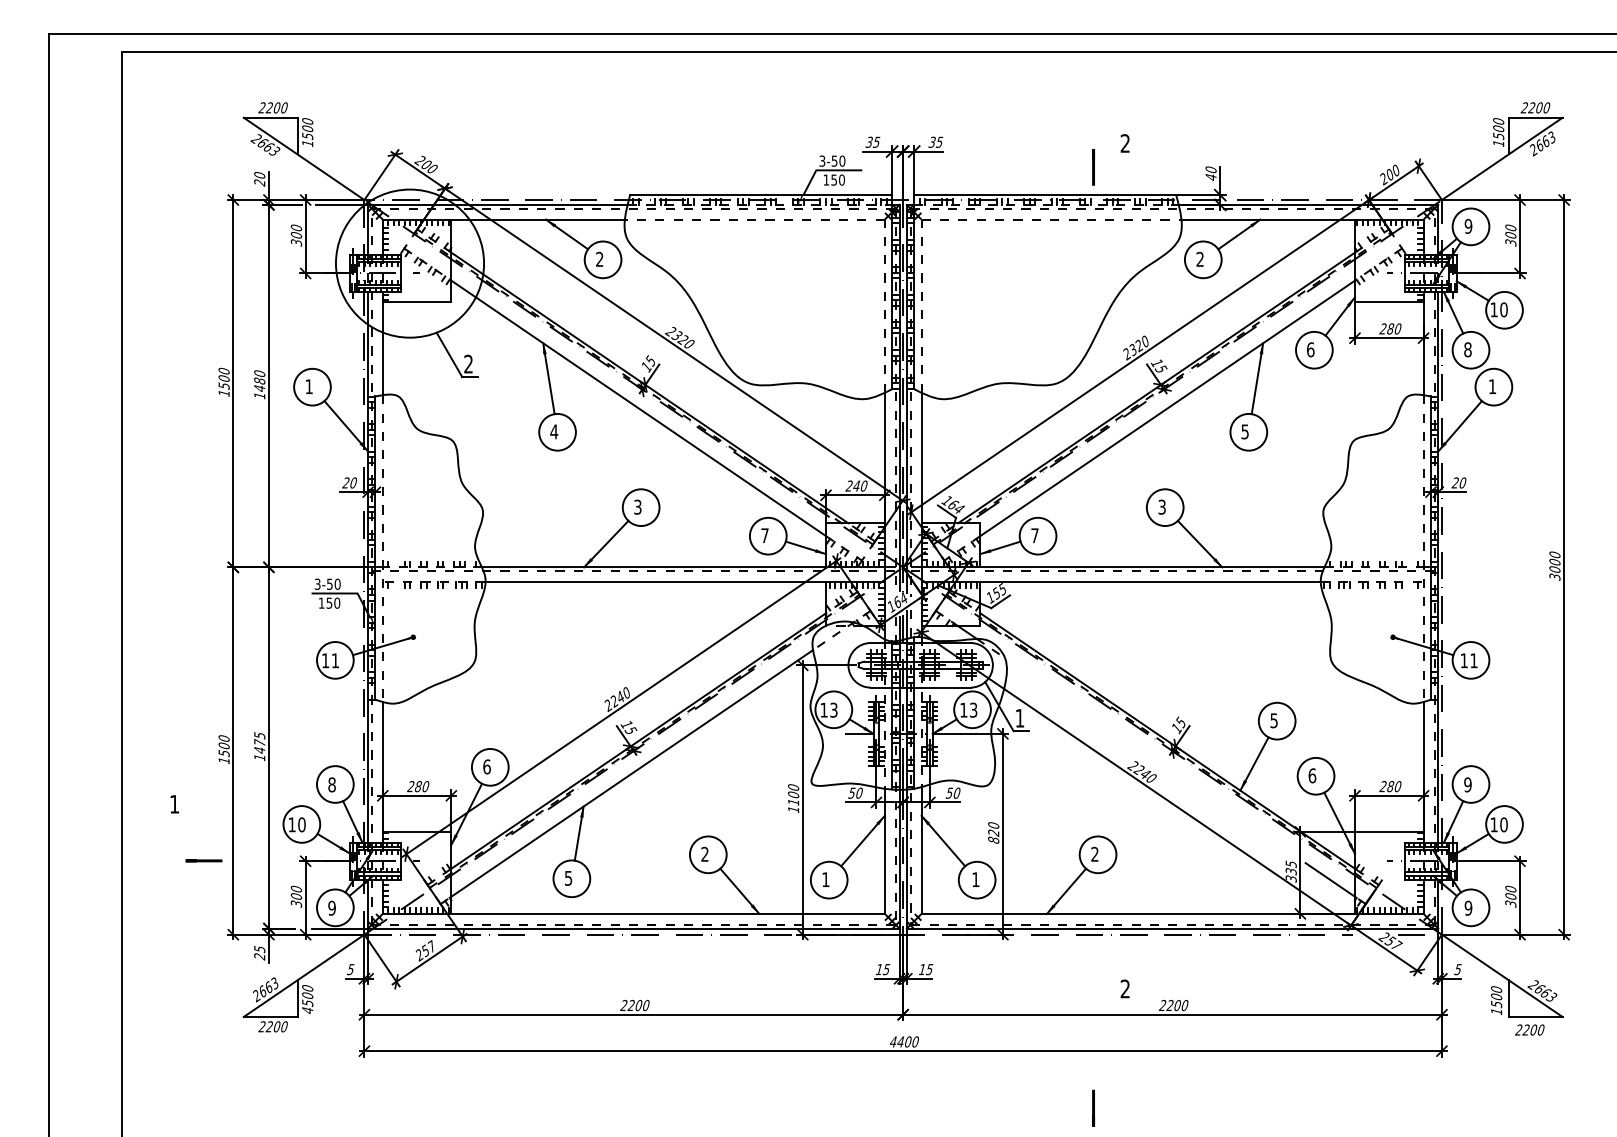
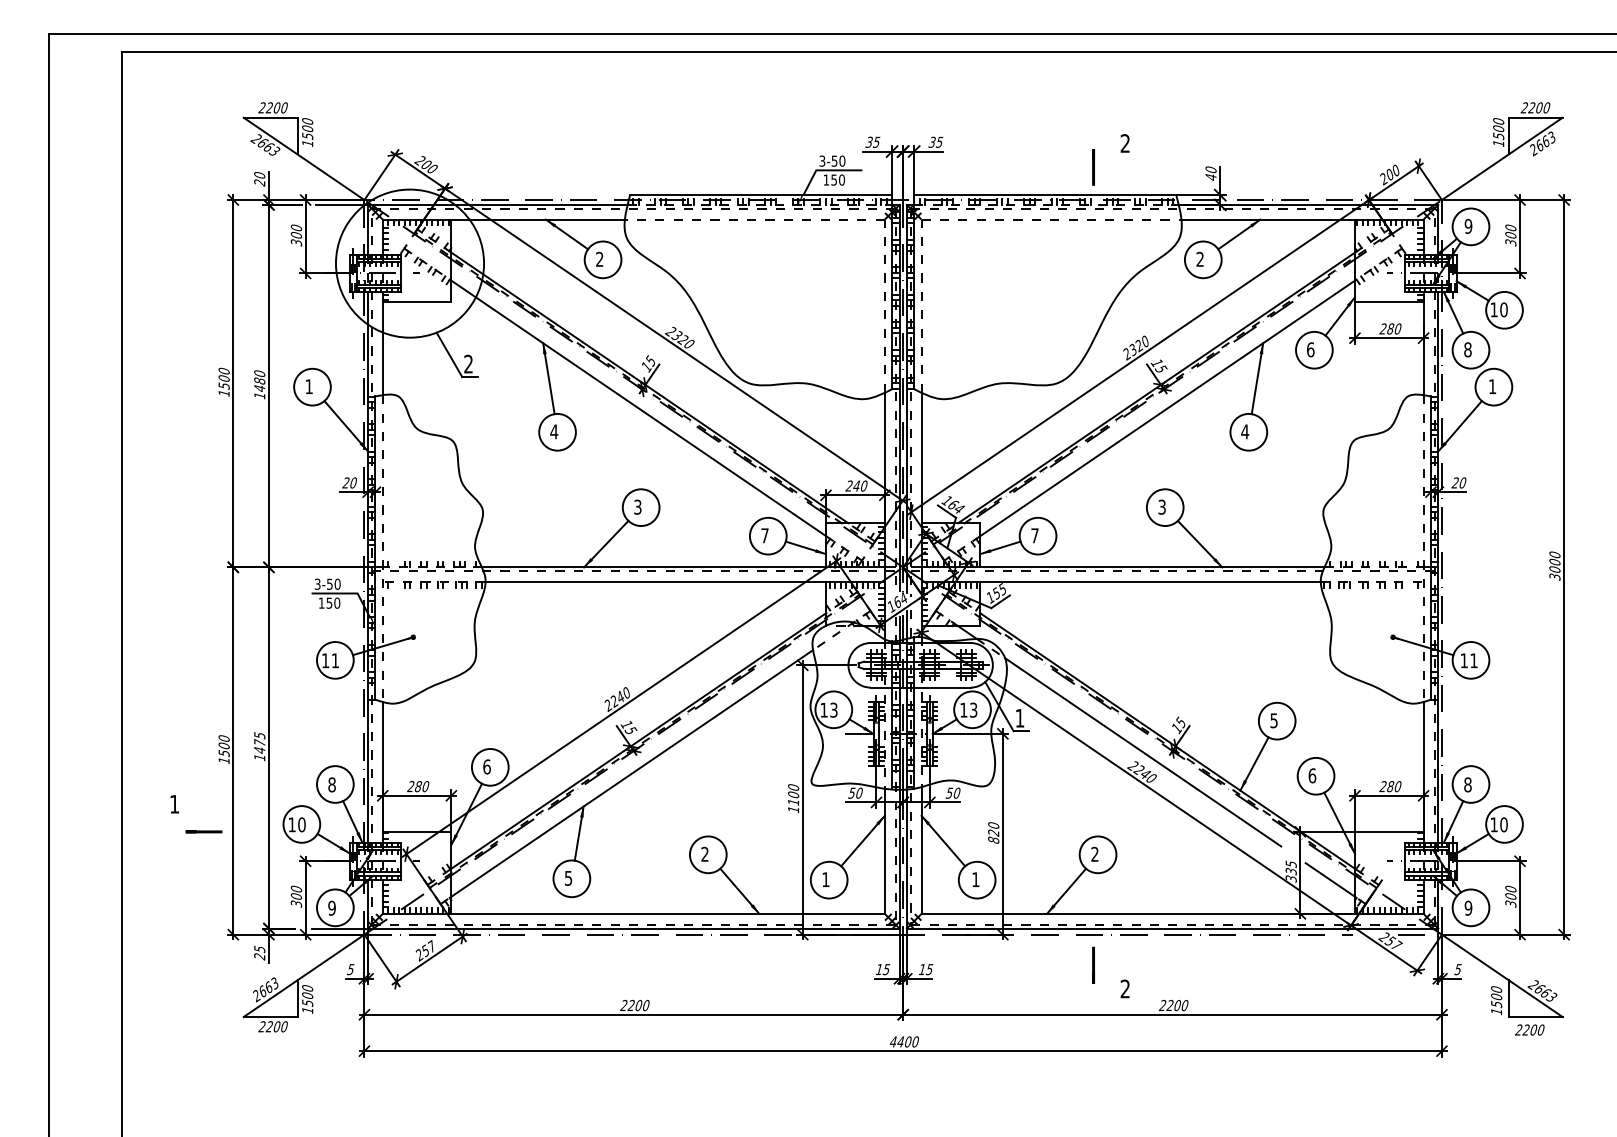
text at (1245, 431): 5 -> 4
line at (1143, 752): none -> present
text at (1467, 784): 9 -> 8
line at (203, 860) position: (203, 860) -> (203, 831)
text at (307, 1010): 4500 -> 1500
line at (1093, 1107) position: (1093, 1107) -> (1093, 964)
